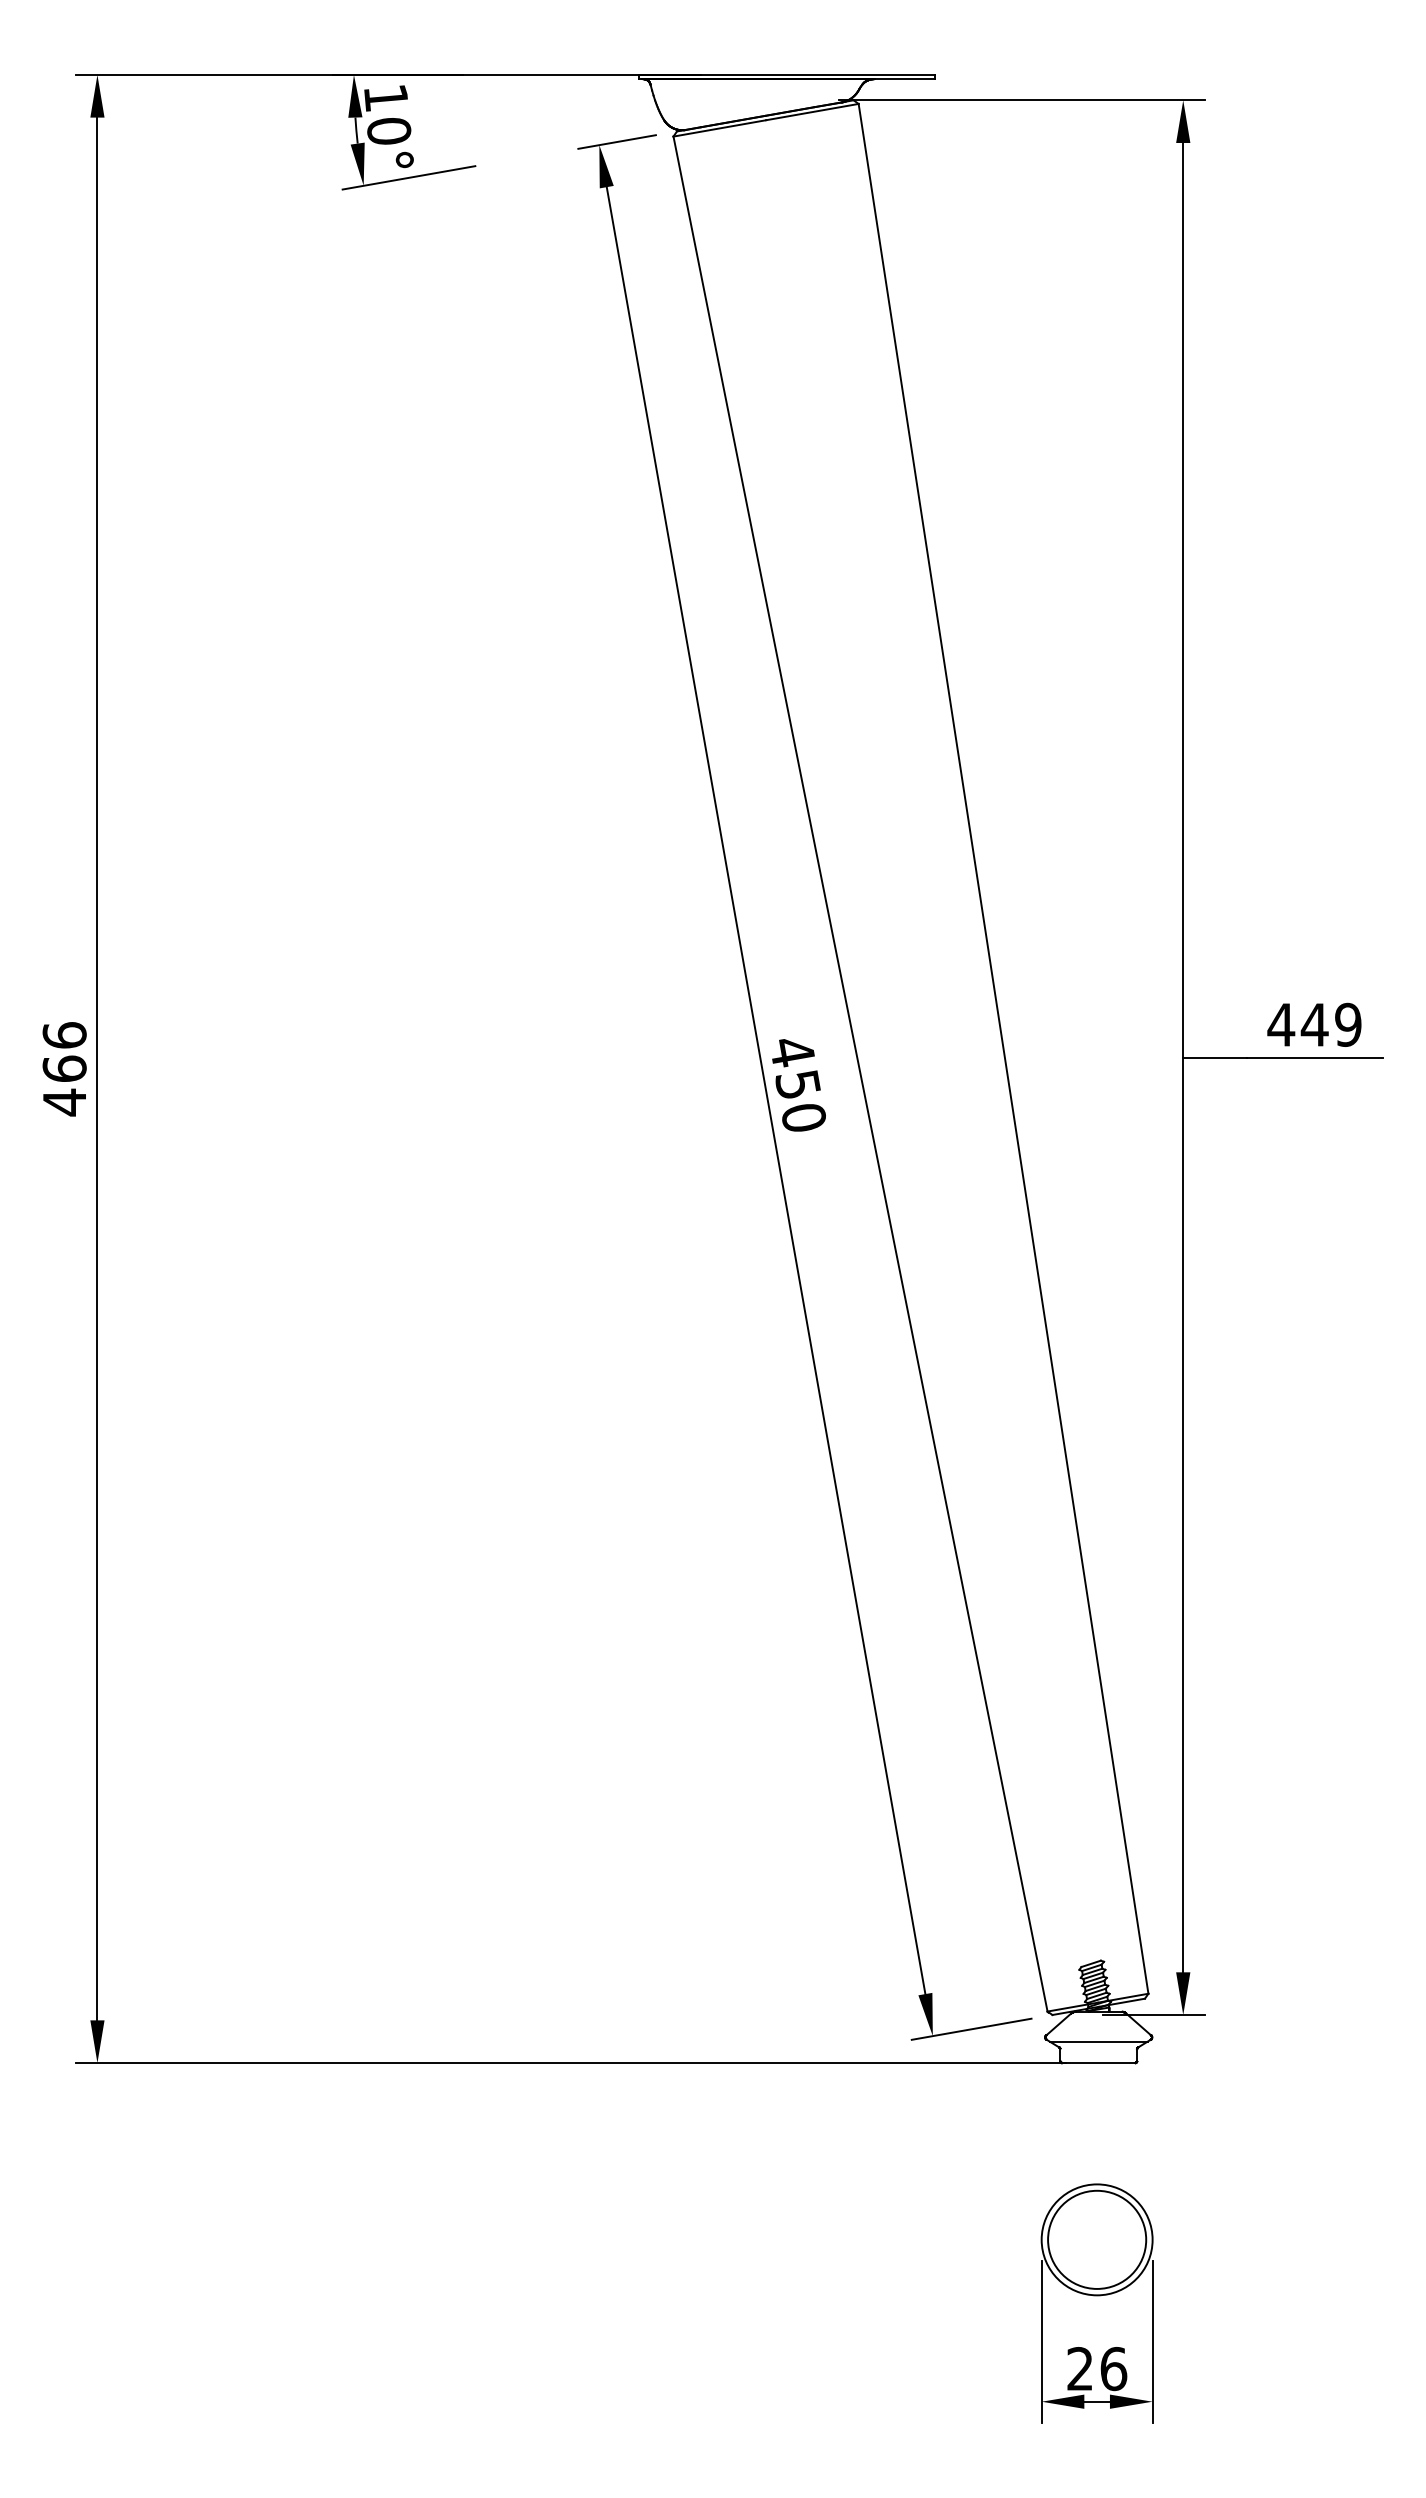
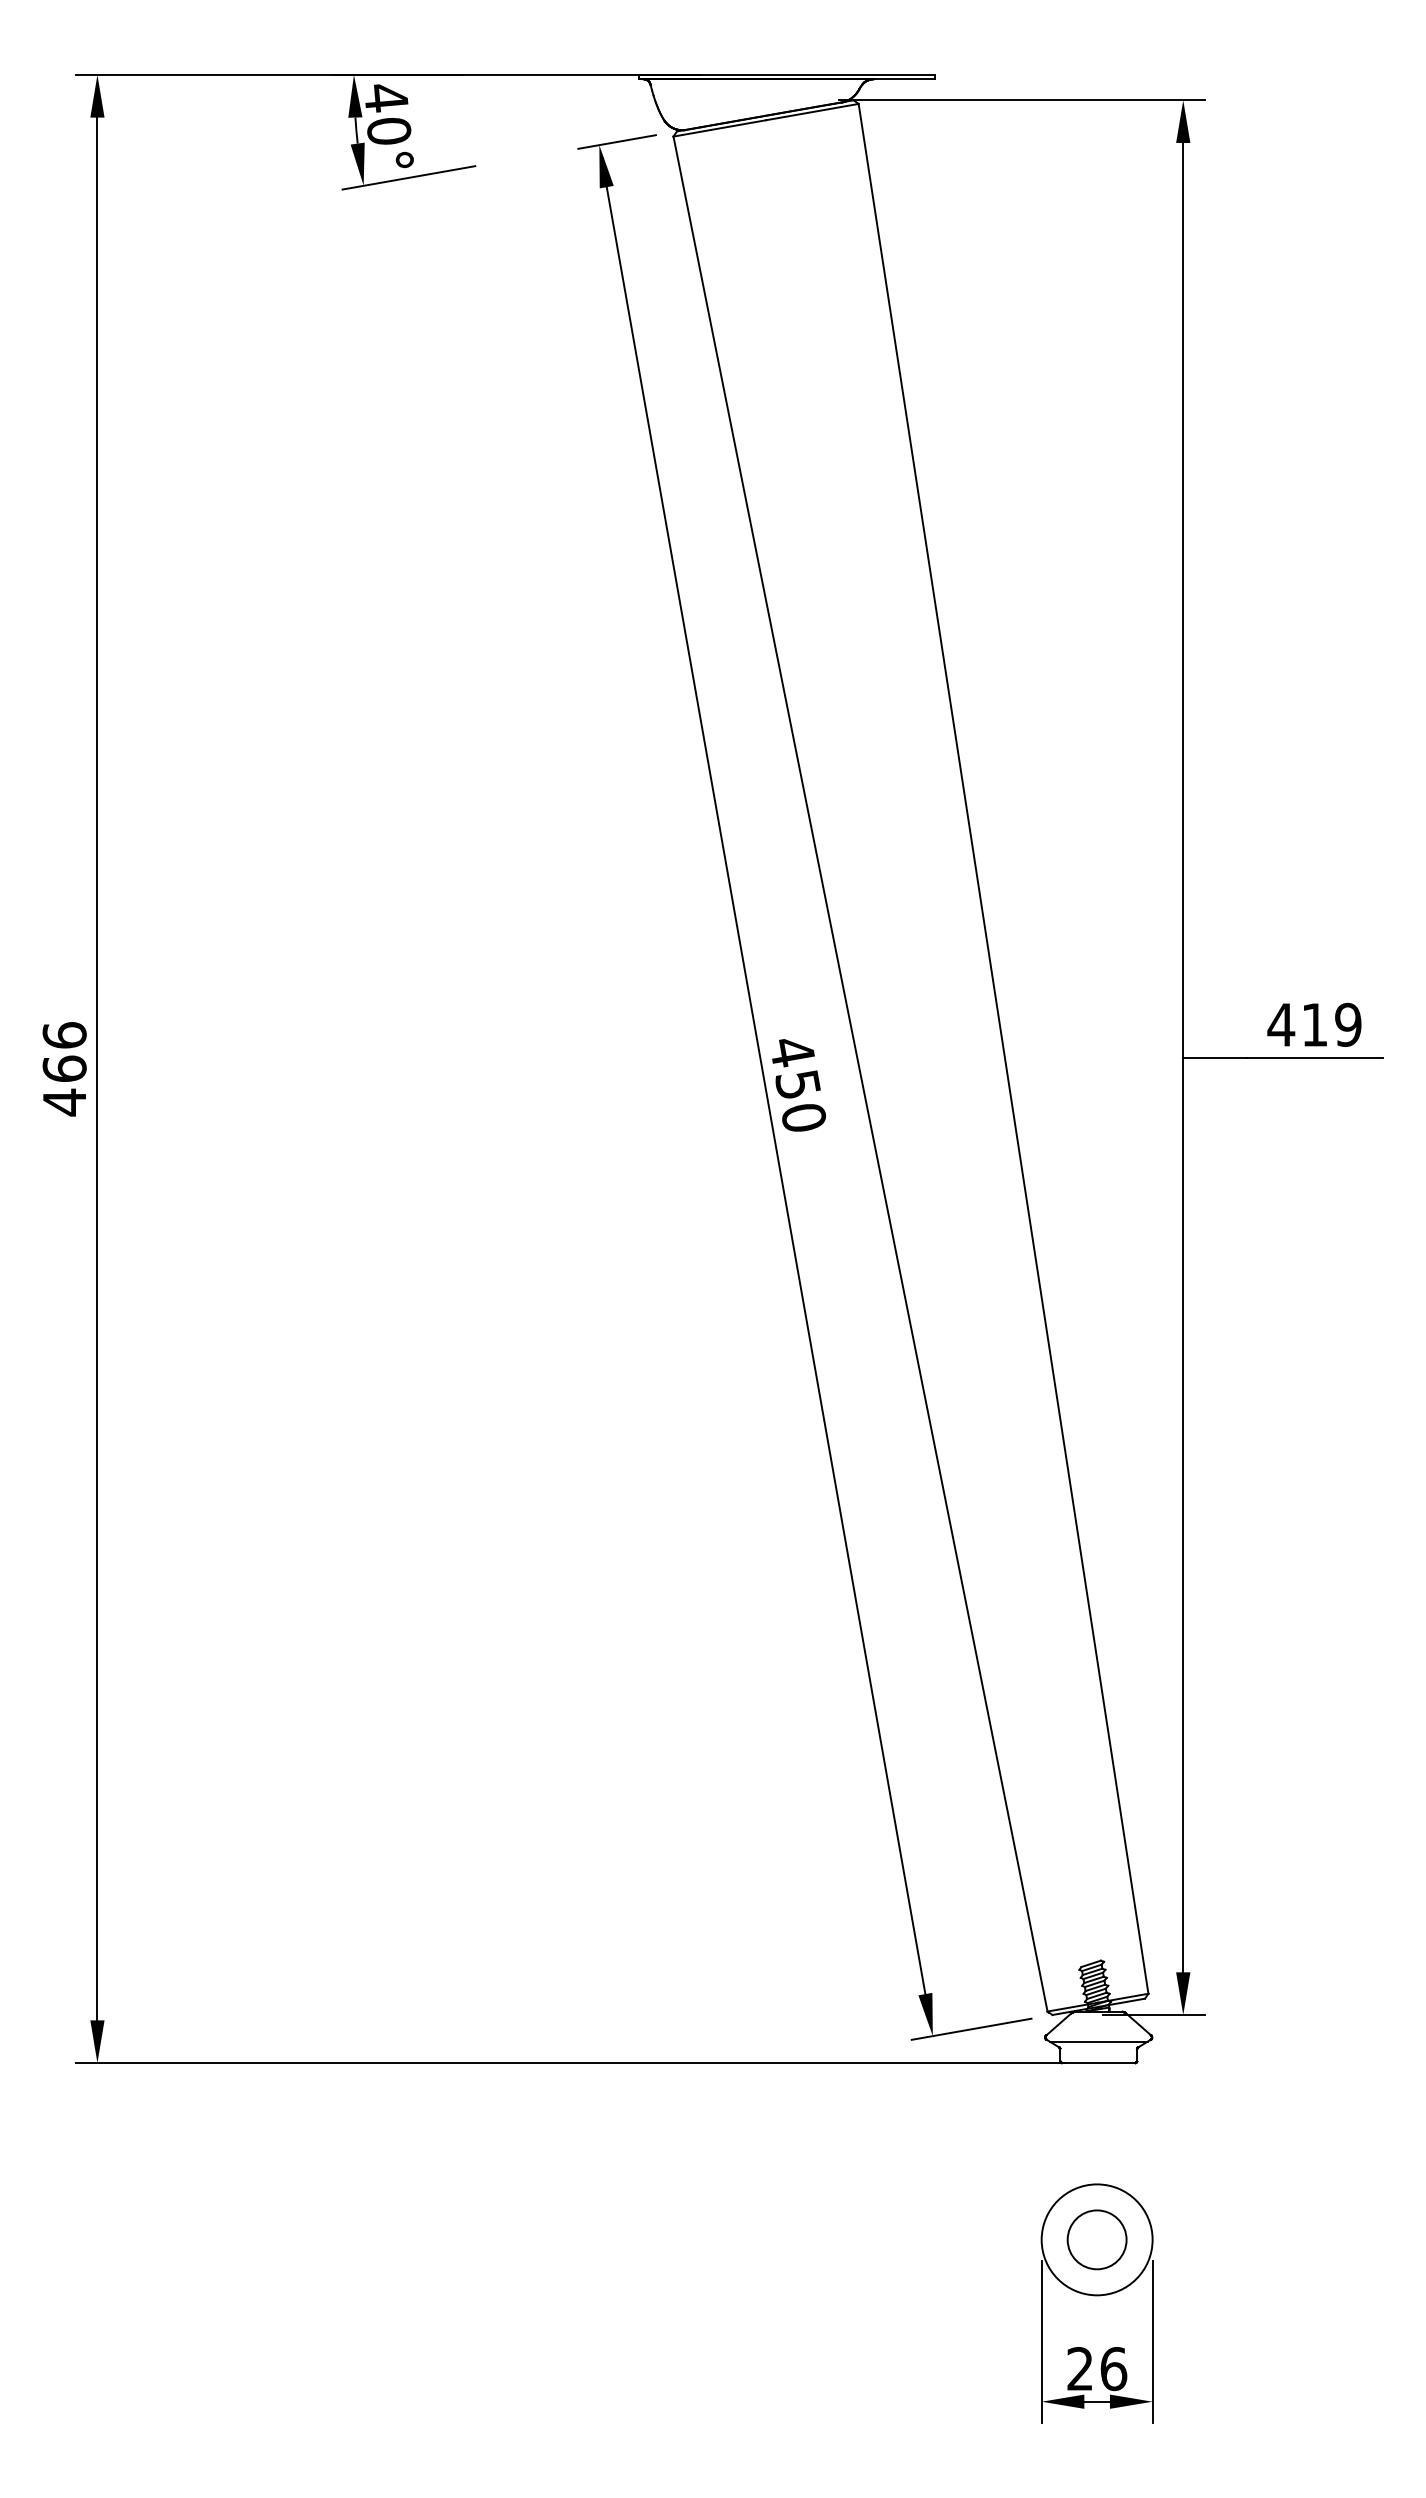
text at (386, 98): 10° -> 40°
text at (1314, 1024): 449 -> 419
circle at (1097, 2239) diameter: 98 px -> 59 px
